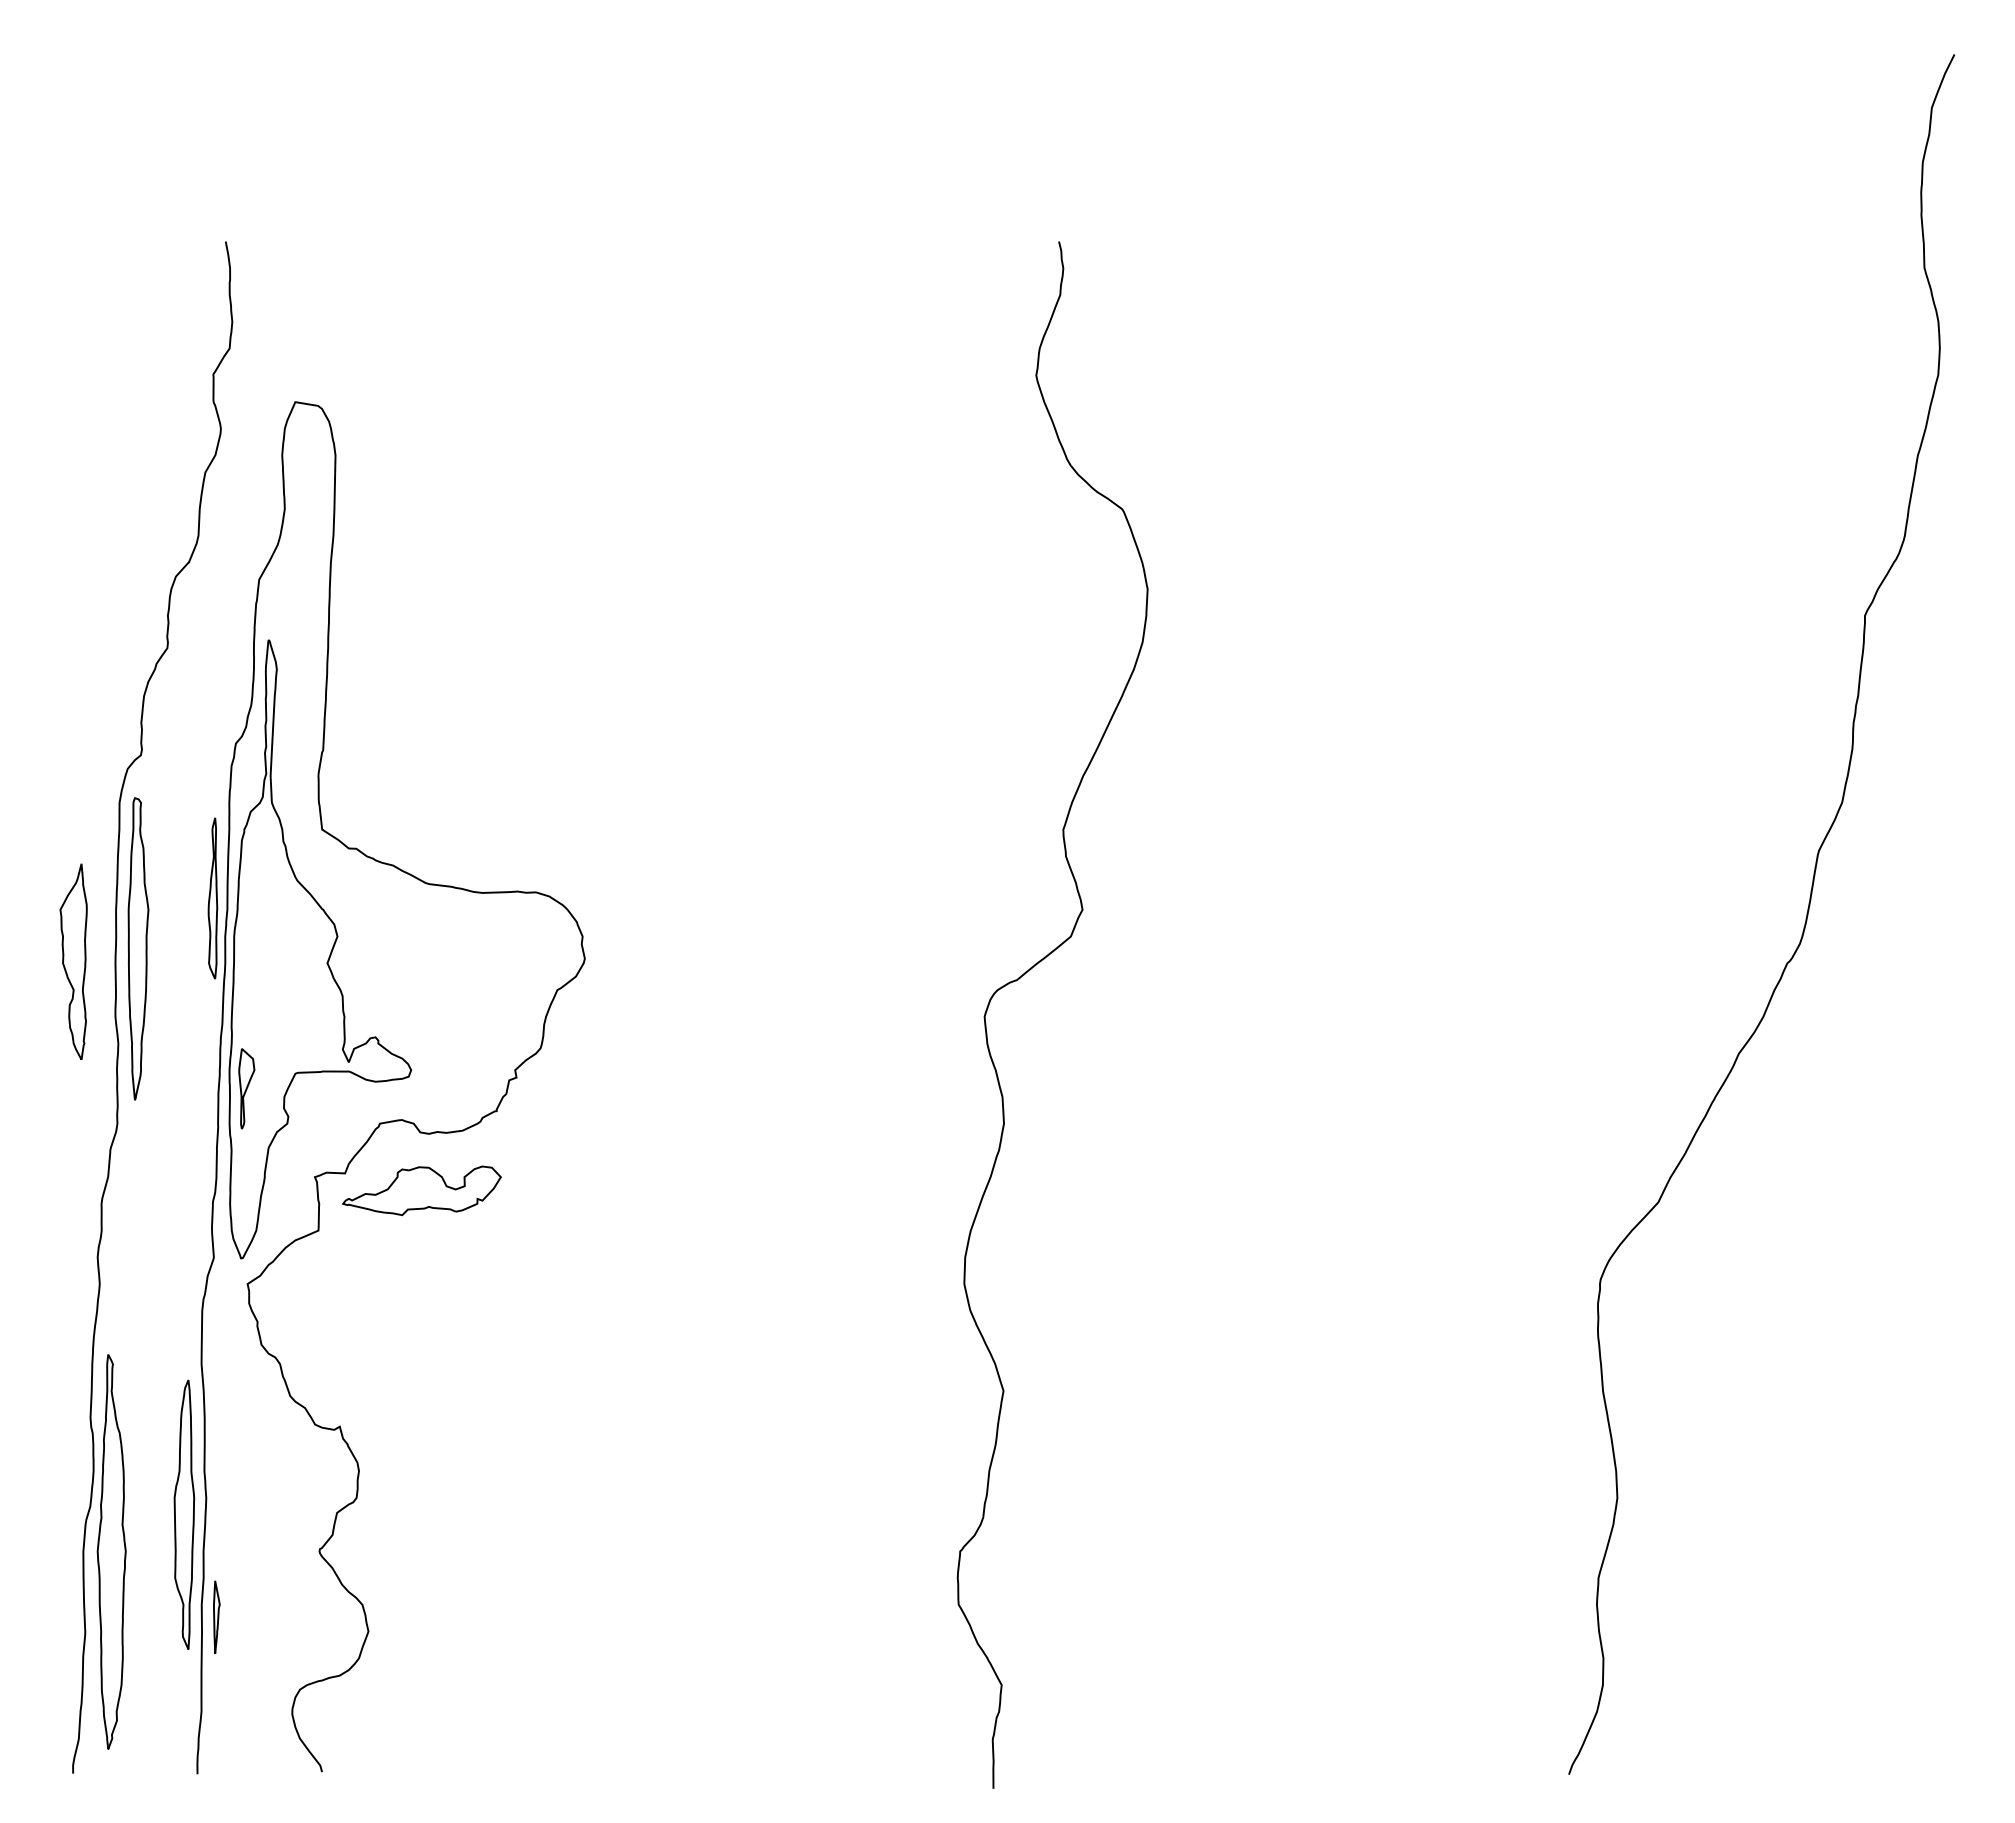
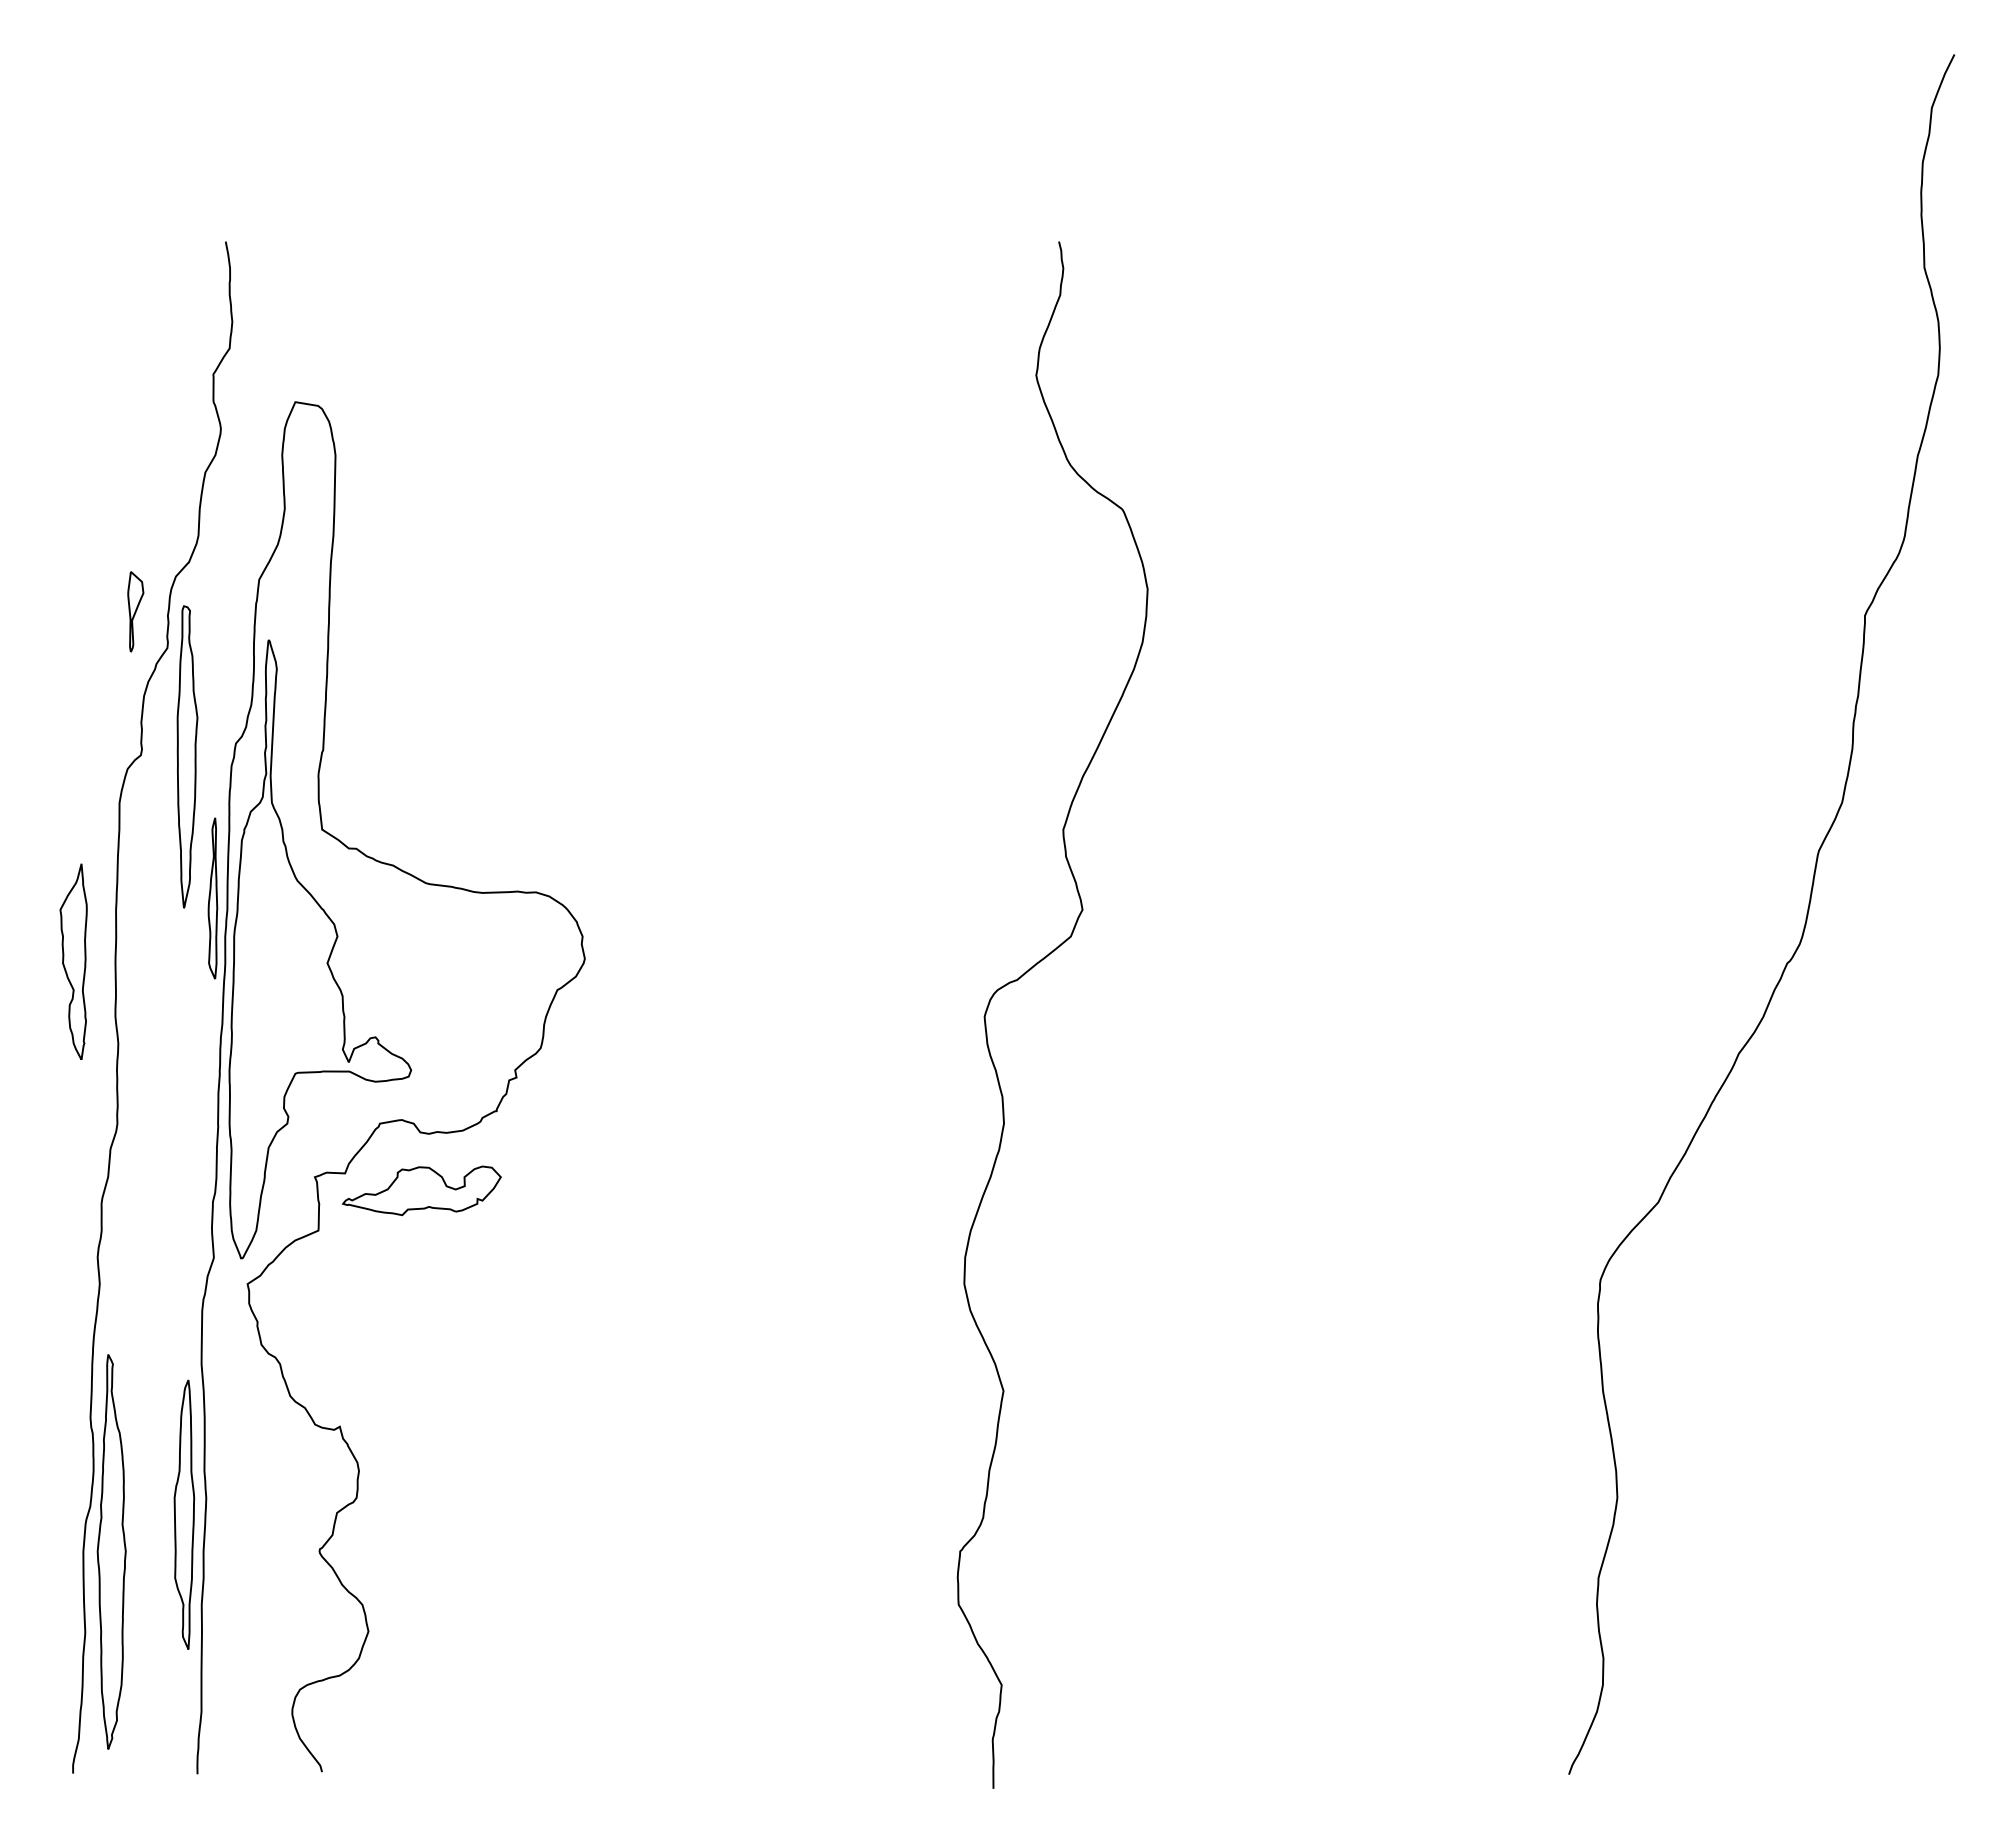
part at (138, 948) position: (138, 948) -> (187, 756)
part at (246, 1088) position: (246, 1088) -> (135, 611)
part at (216, 1616): present -> none
